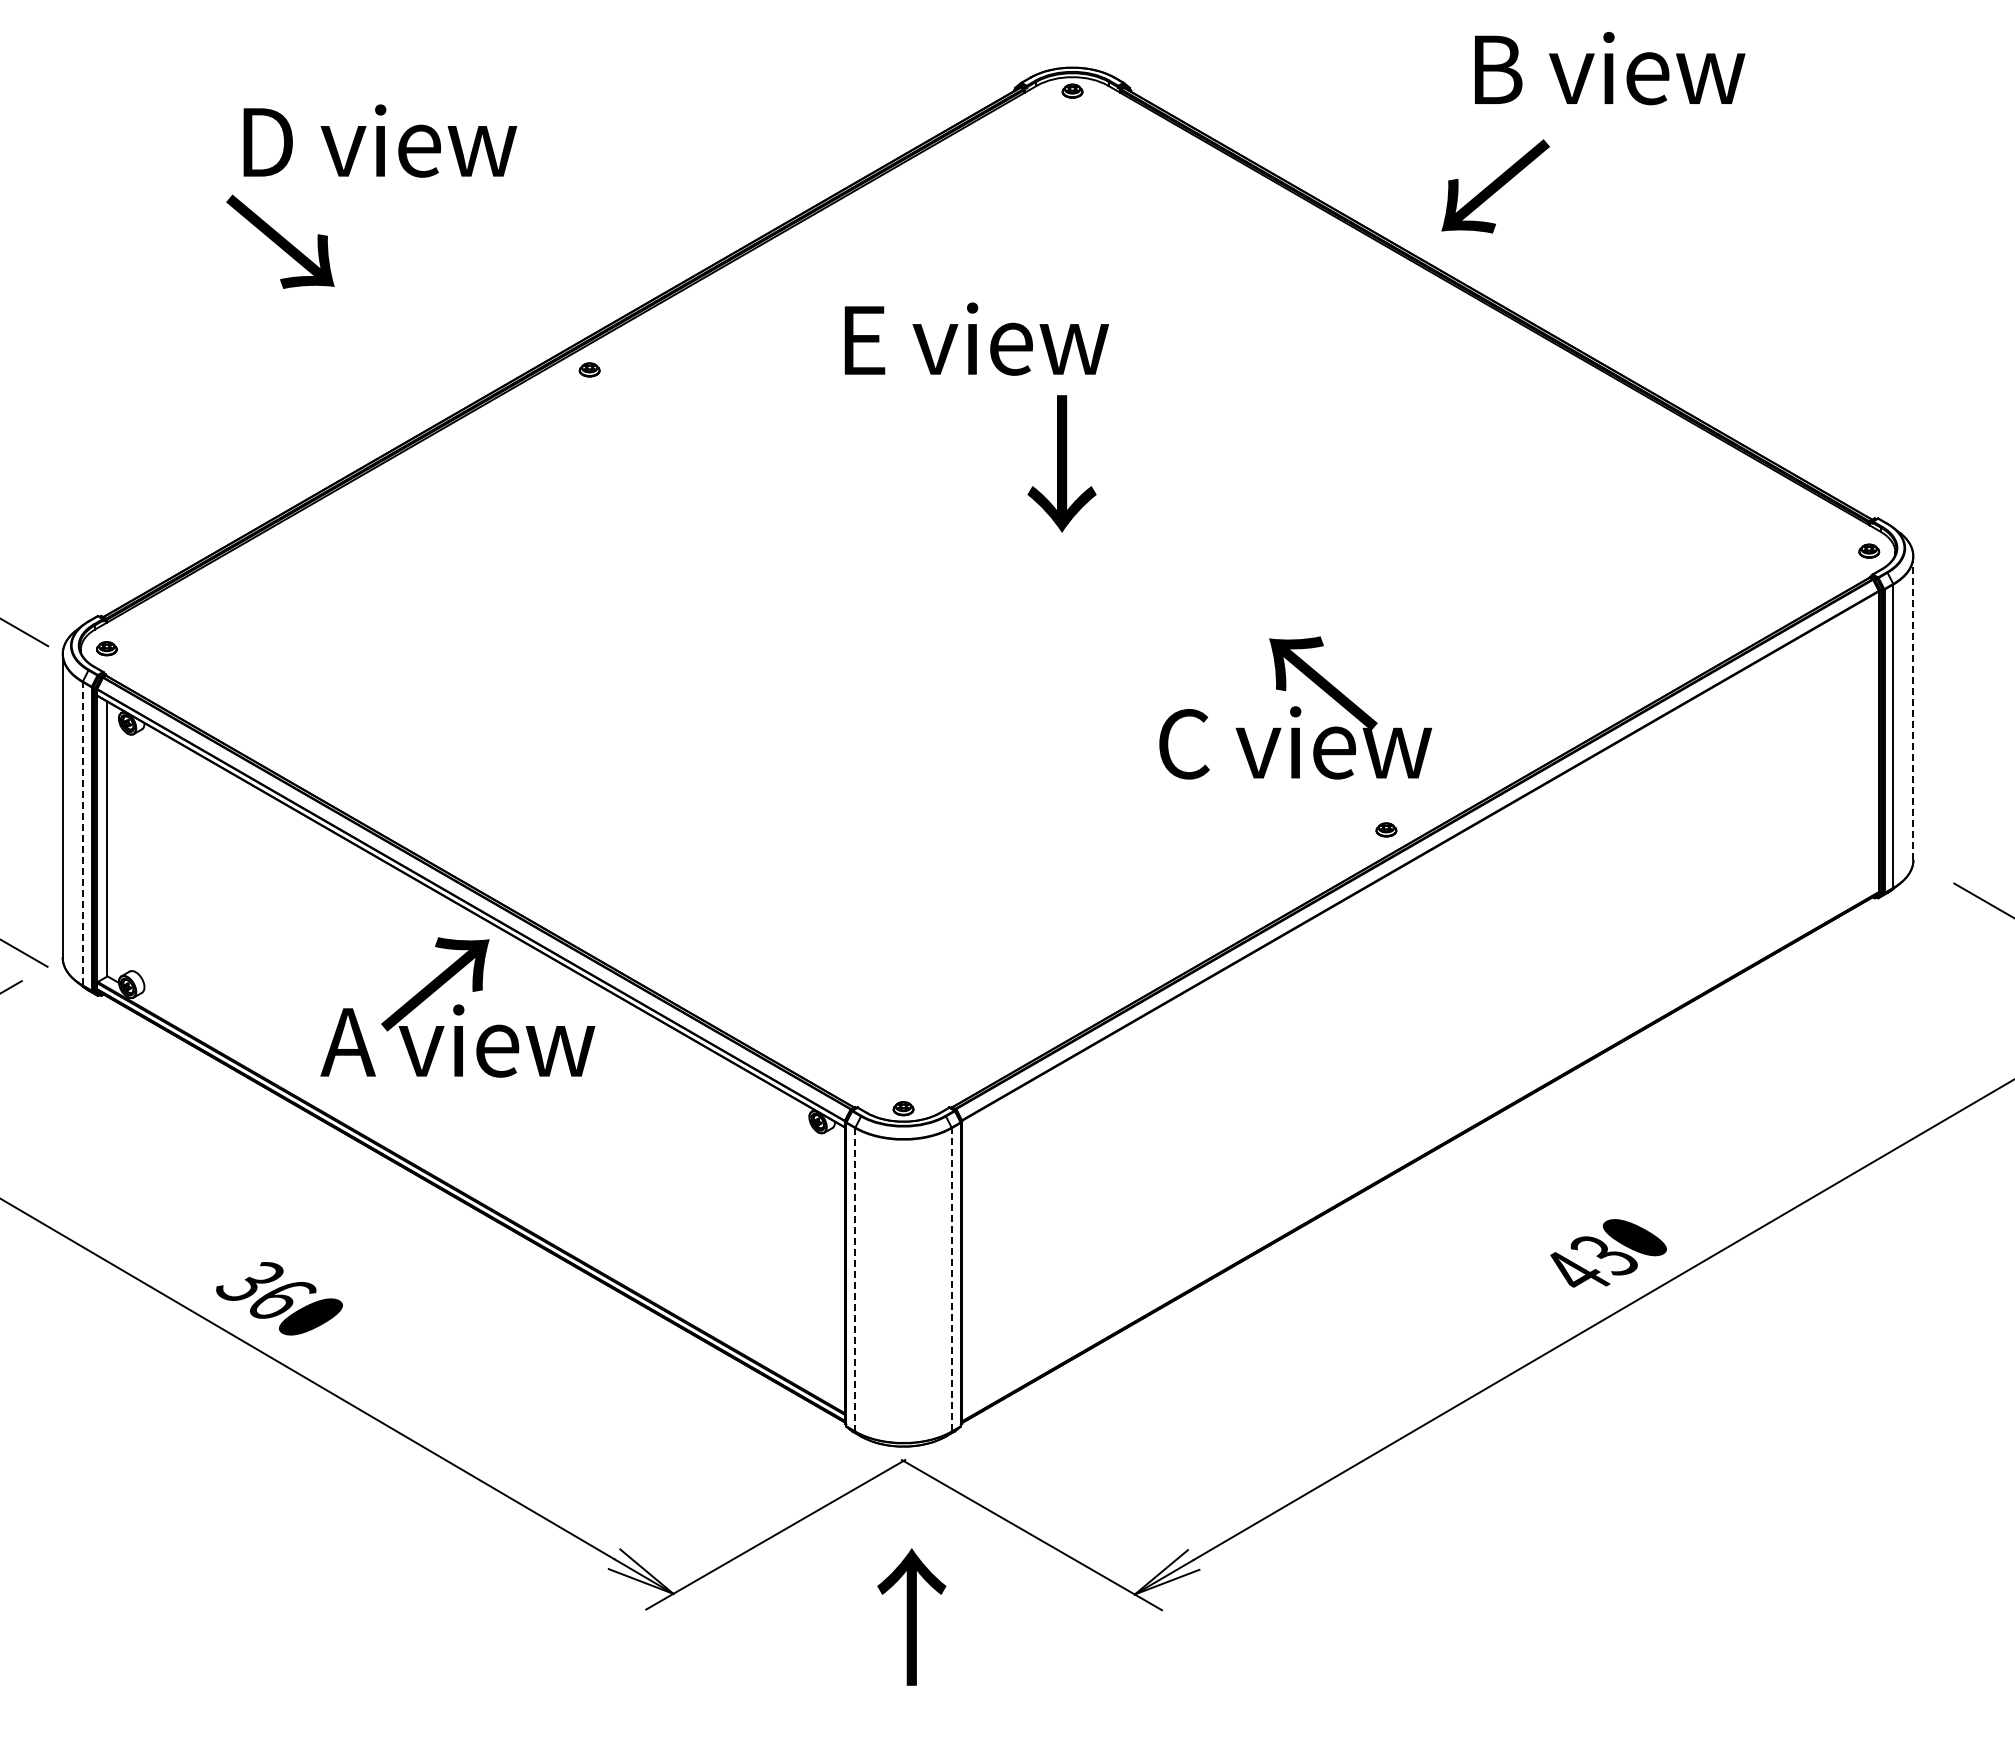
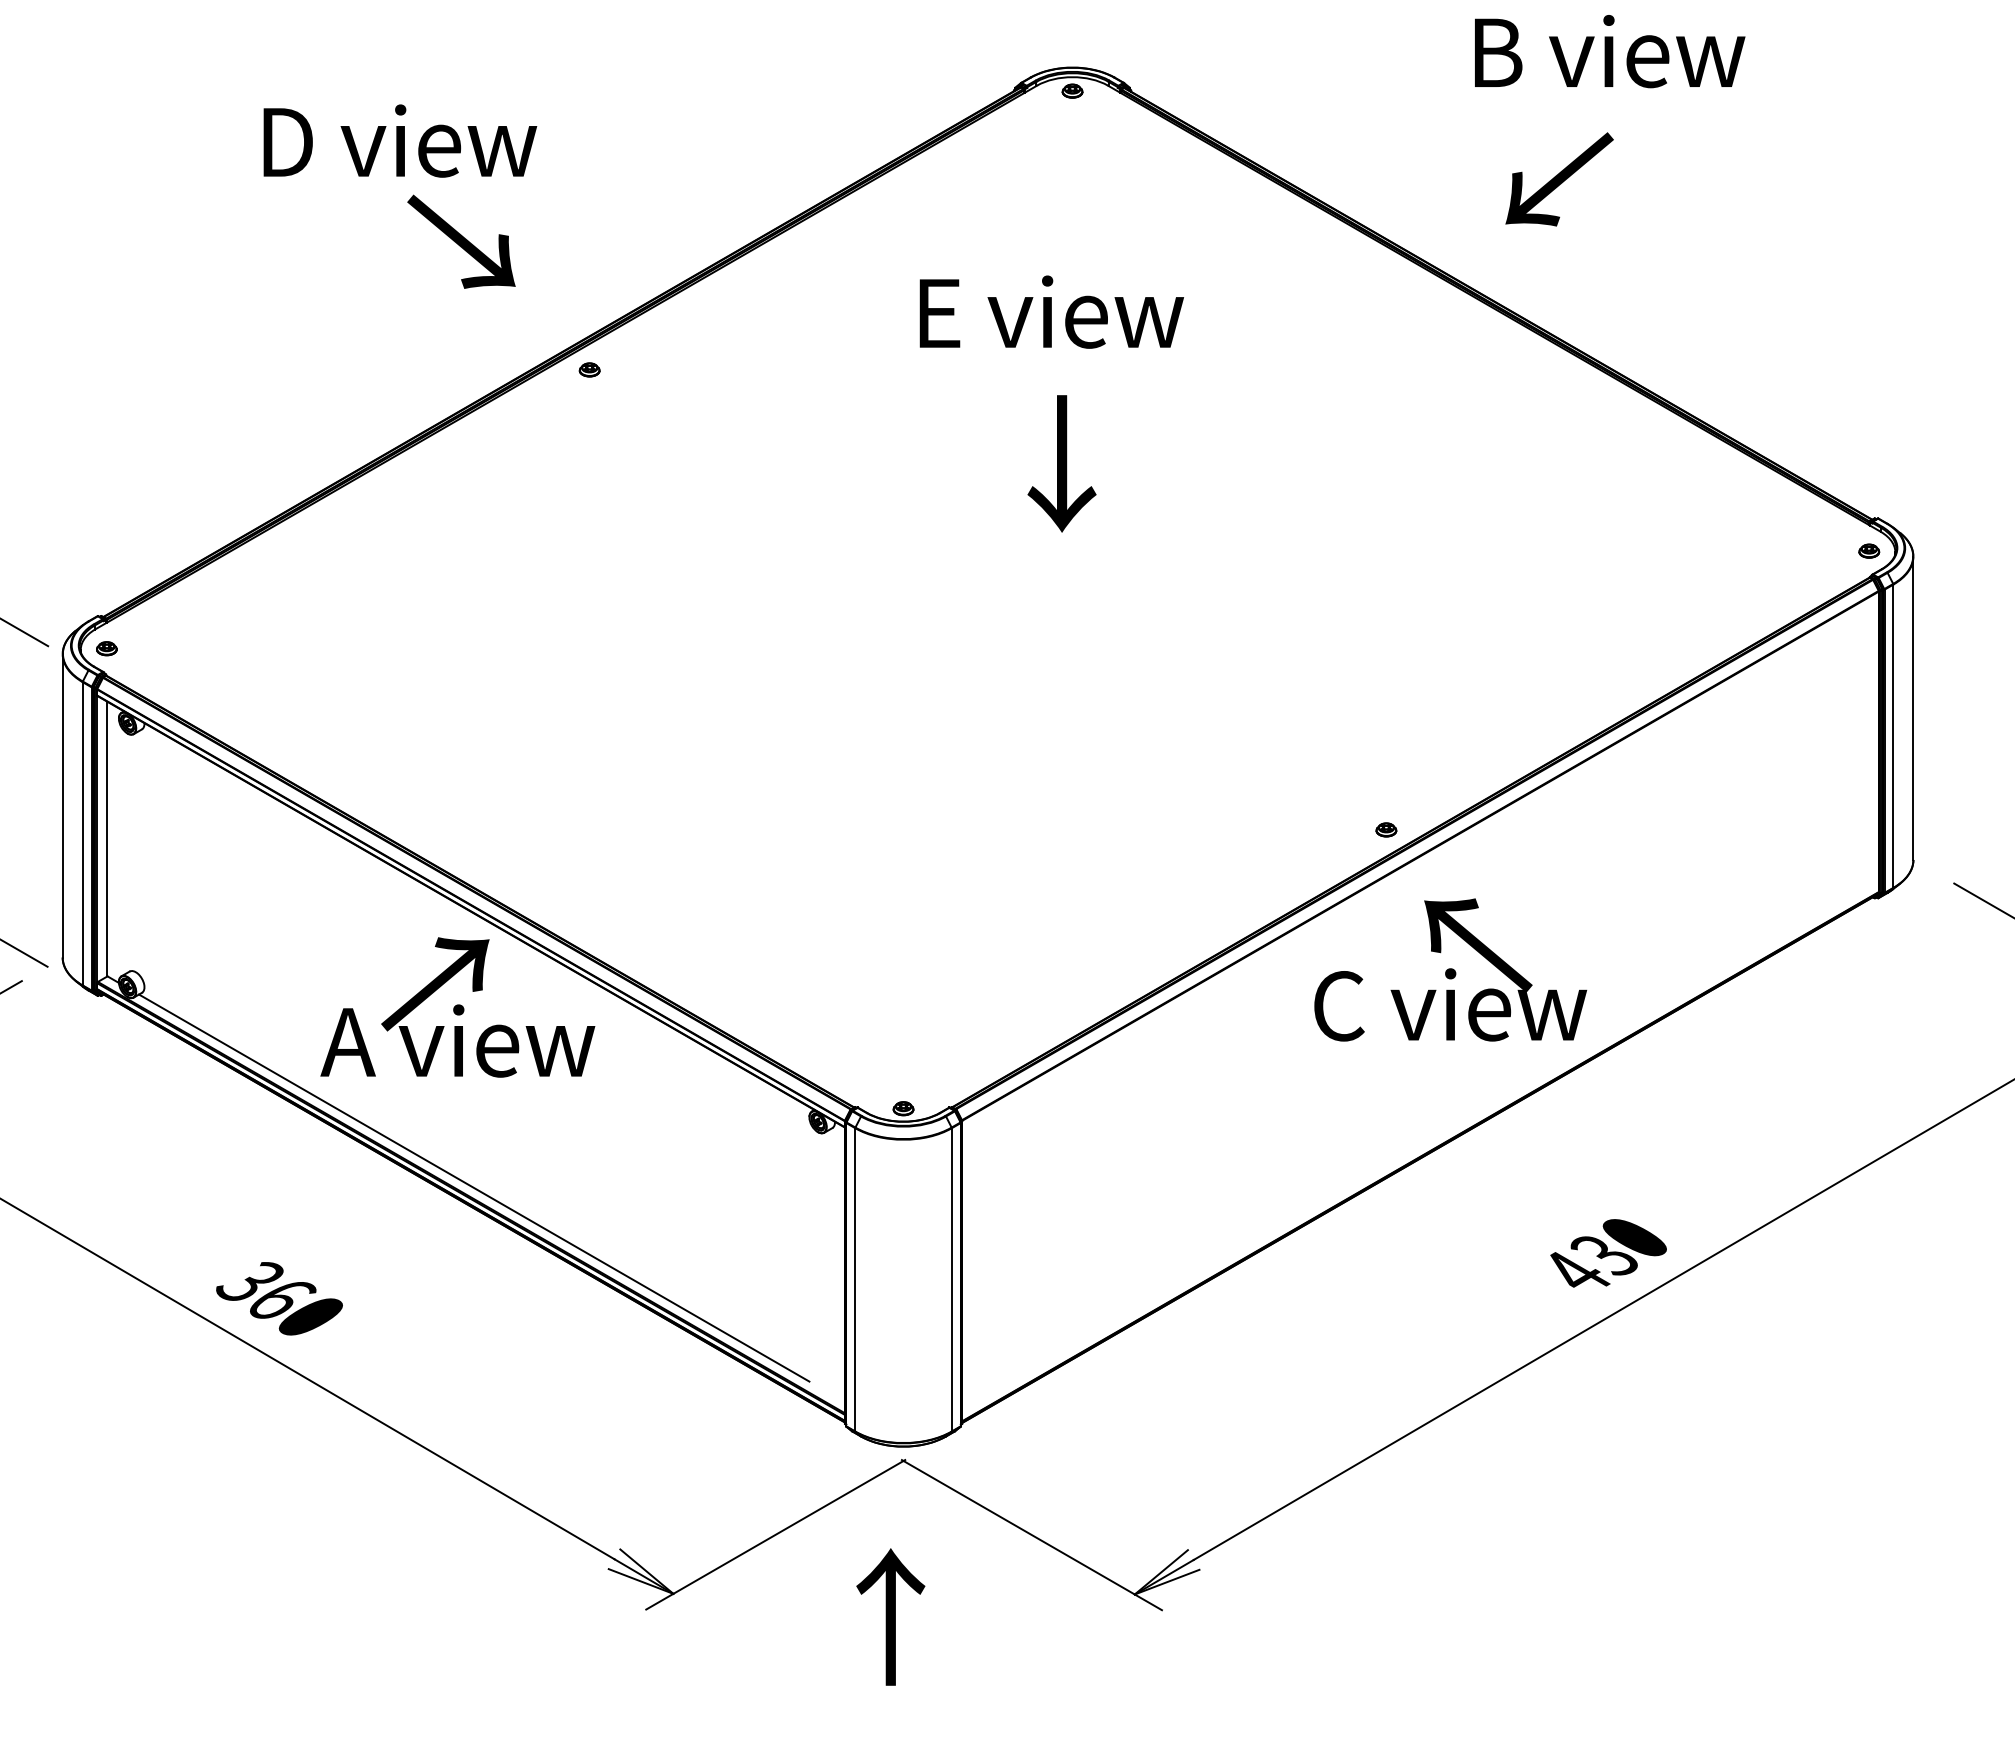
text at (1610, 68) position: (1610, 68) -> (1610, 51)
text at (380, 140) position: (380, 140) -> (400, 140)
text at (1495, 186) position: (1495, 186) -> (1559, 179)
text at (280, 241) position: (280, 241) -> (461, 241)
text at (976, 338) position: (976, 338) -> (1051, 311)
text at (1295, 707) position: (1295, 707) -> (1450, 969)
line at (1913, 708): dashed -> solid
line at (82, 833): dashed -> solid
line at (474, 1187): none -> present
line at (855, 1279): dashed -> solid
line at (951, 1279): dashed -> solid
text at (911, 1616) position: (911, 1616) -> (890, 1616)
